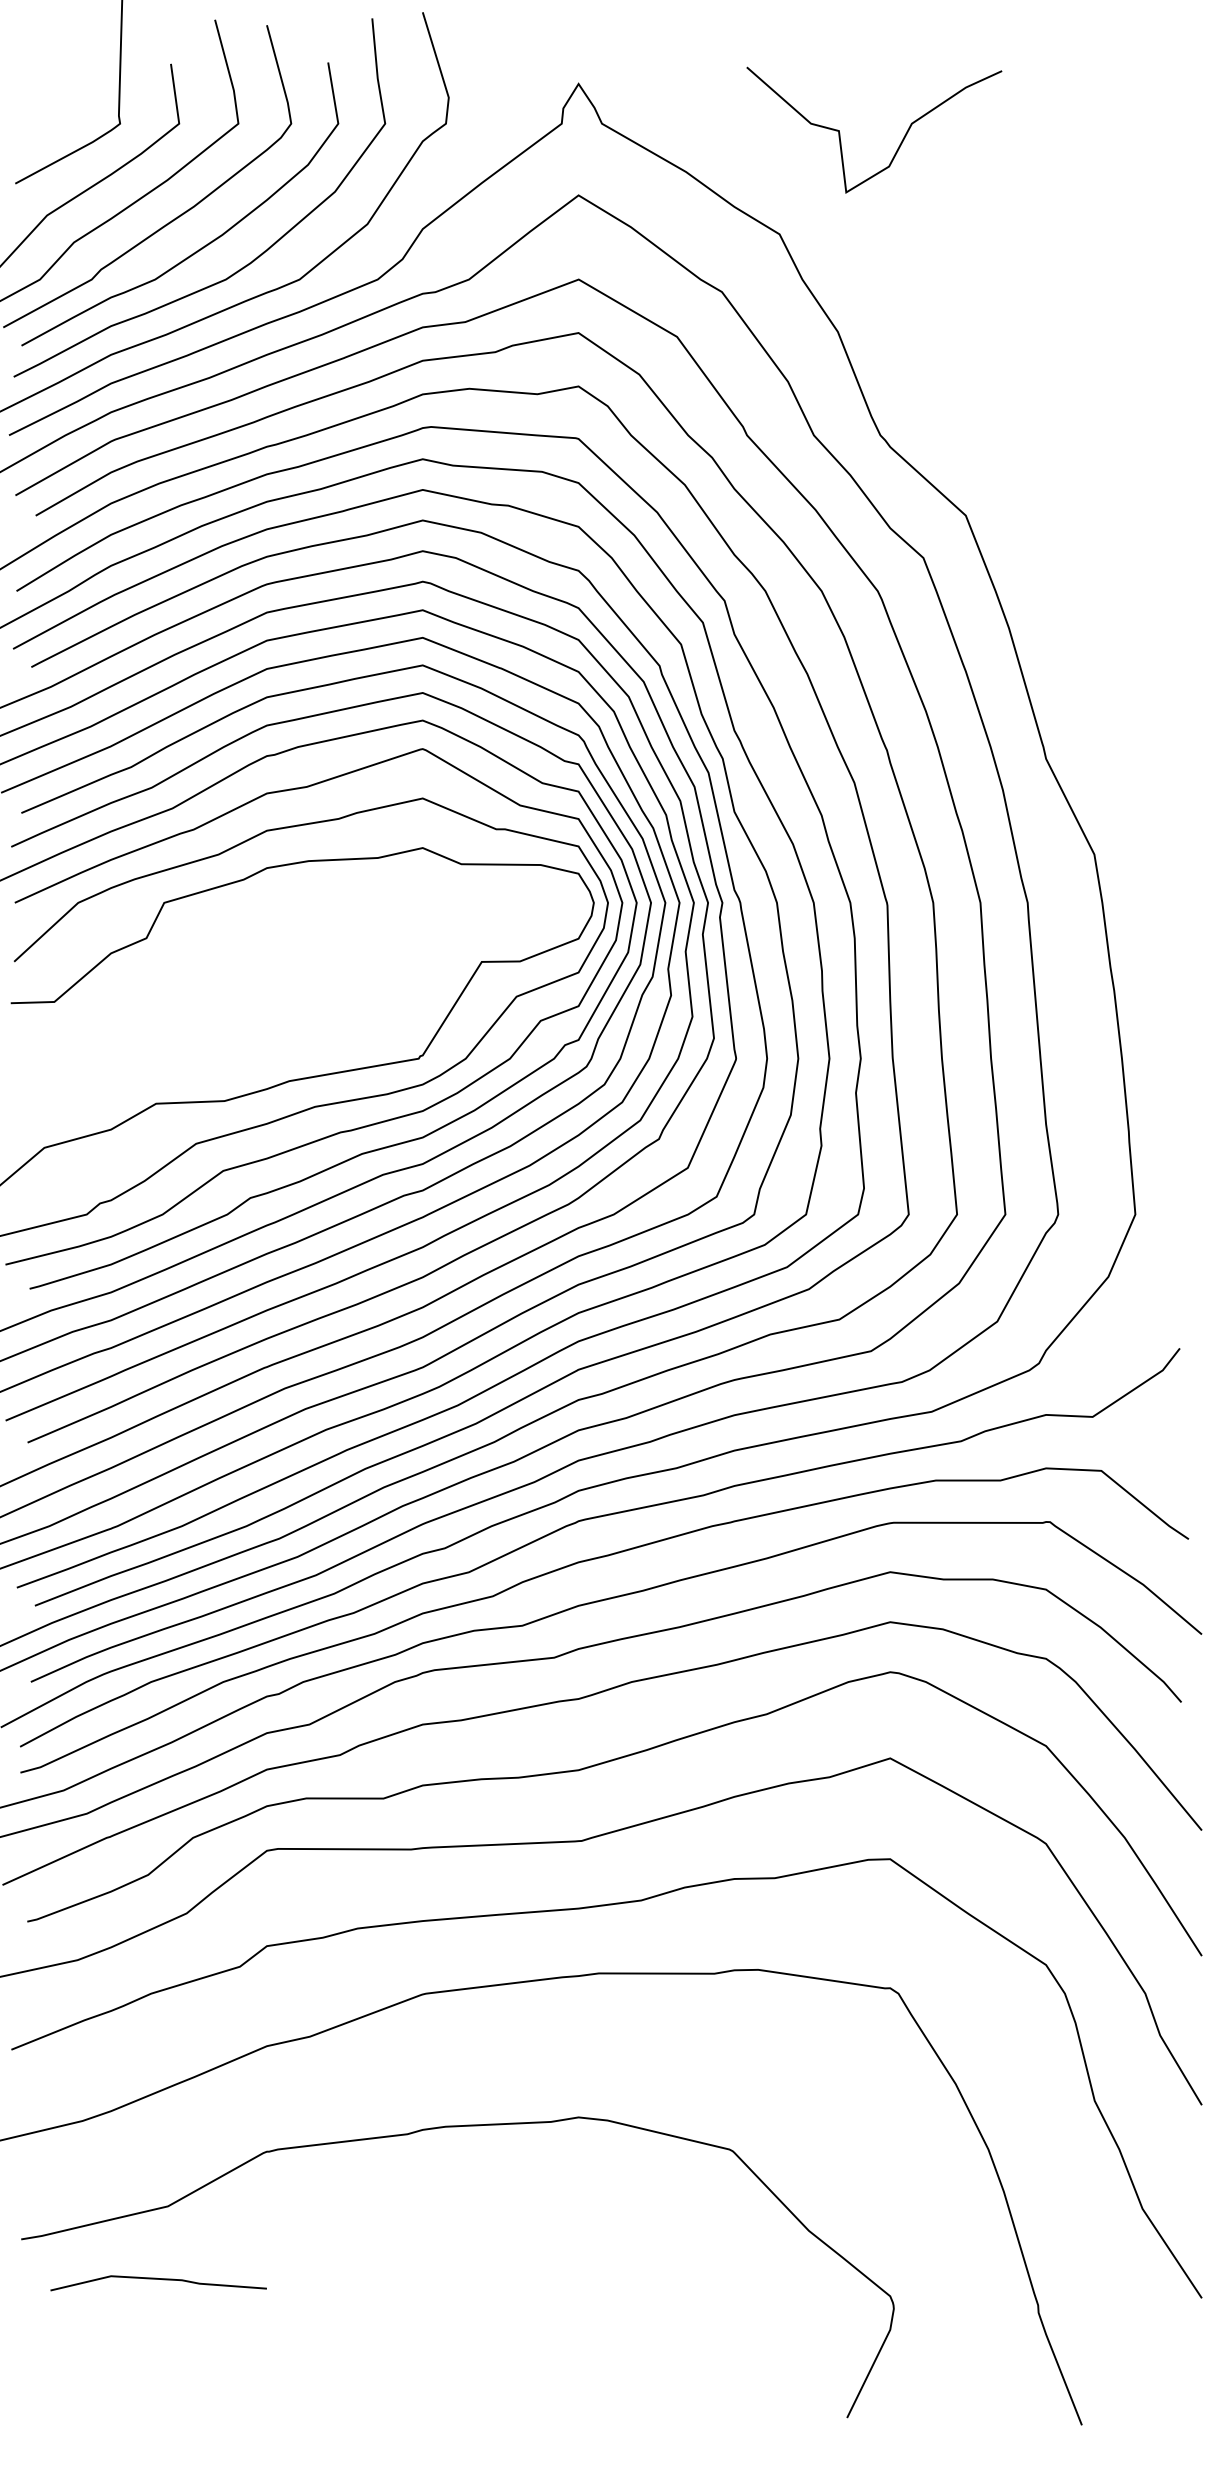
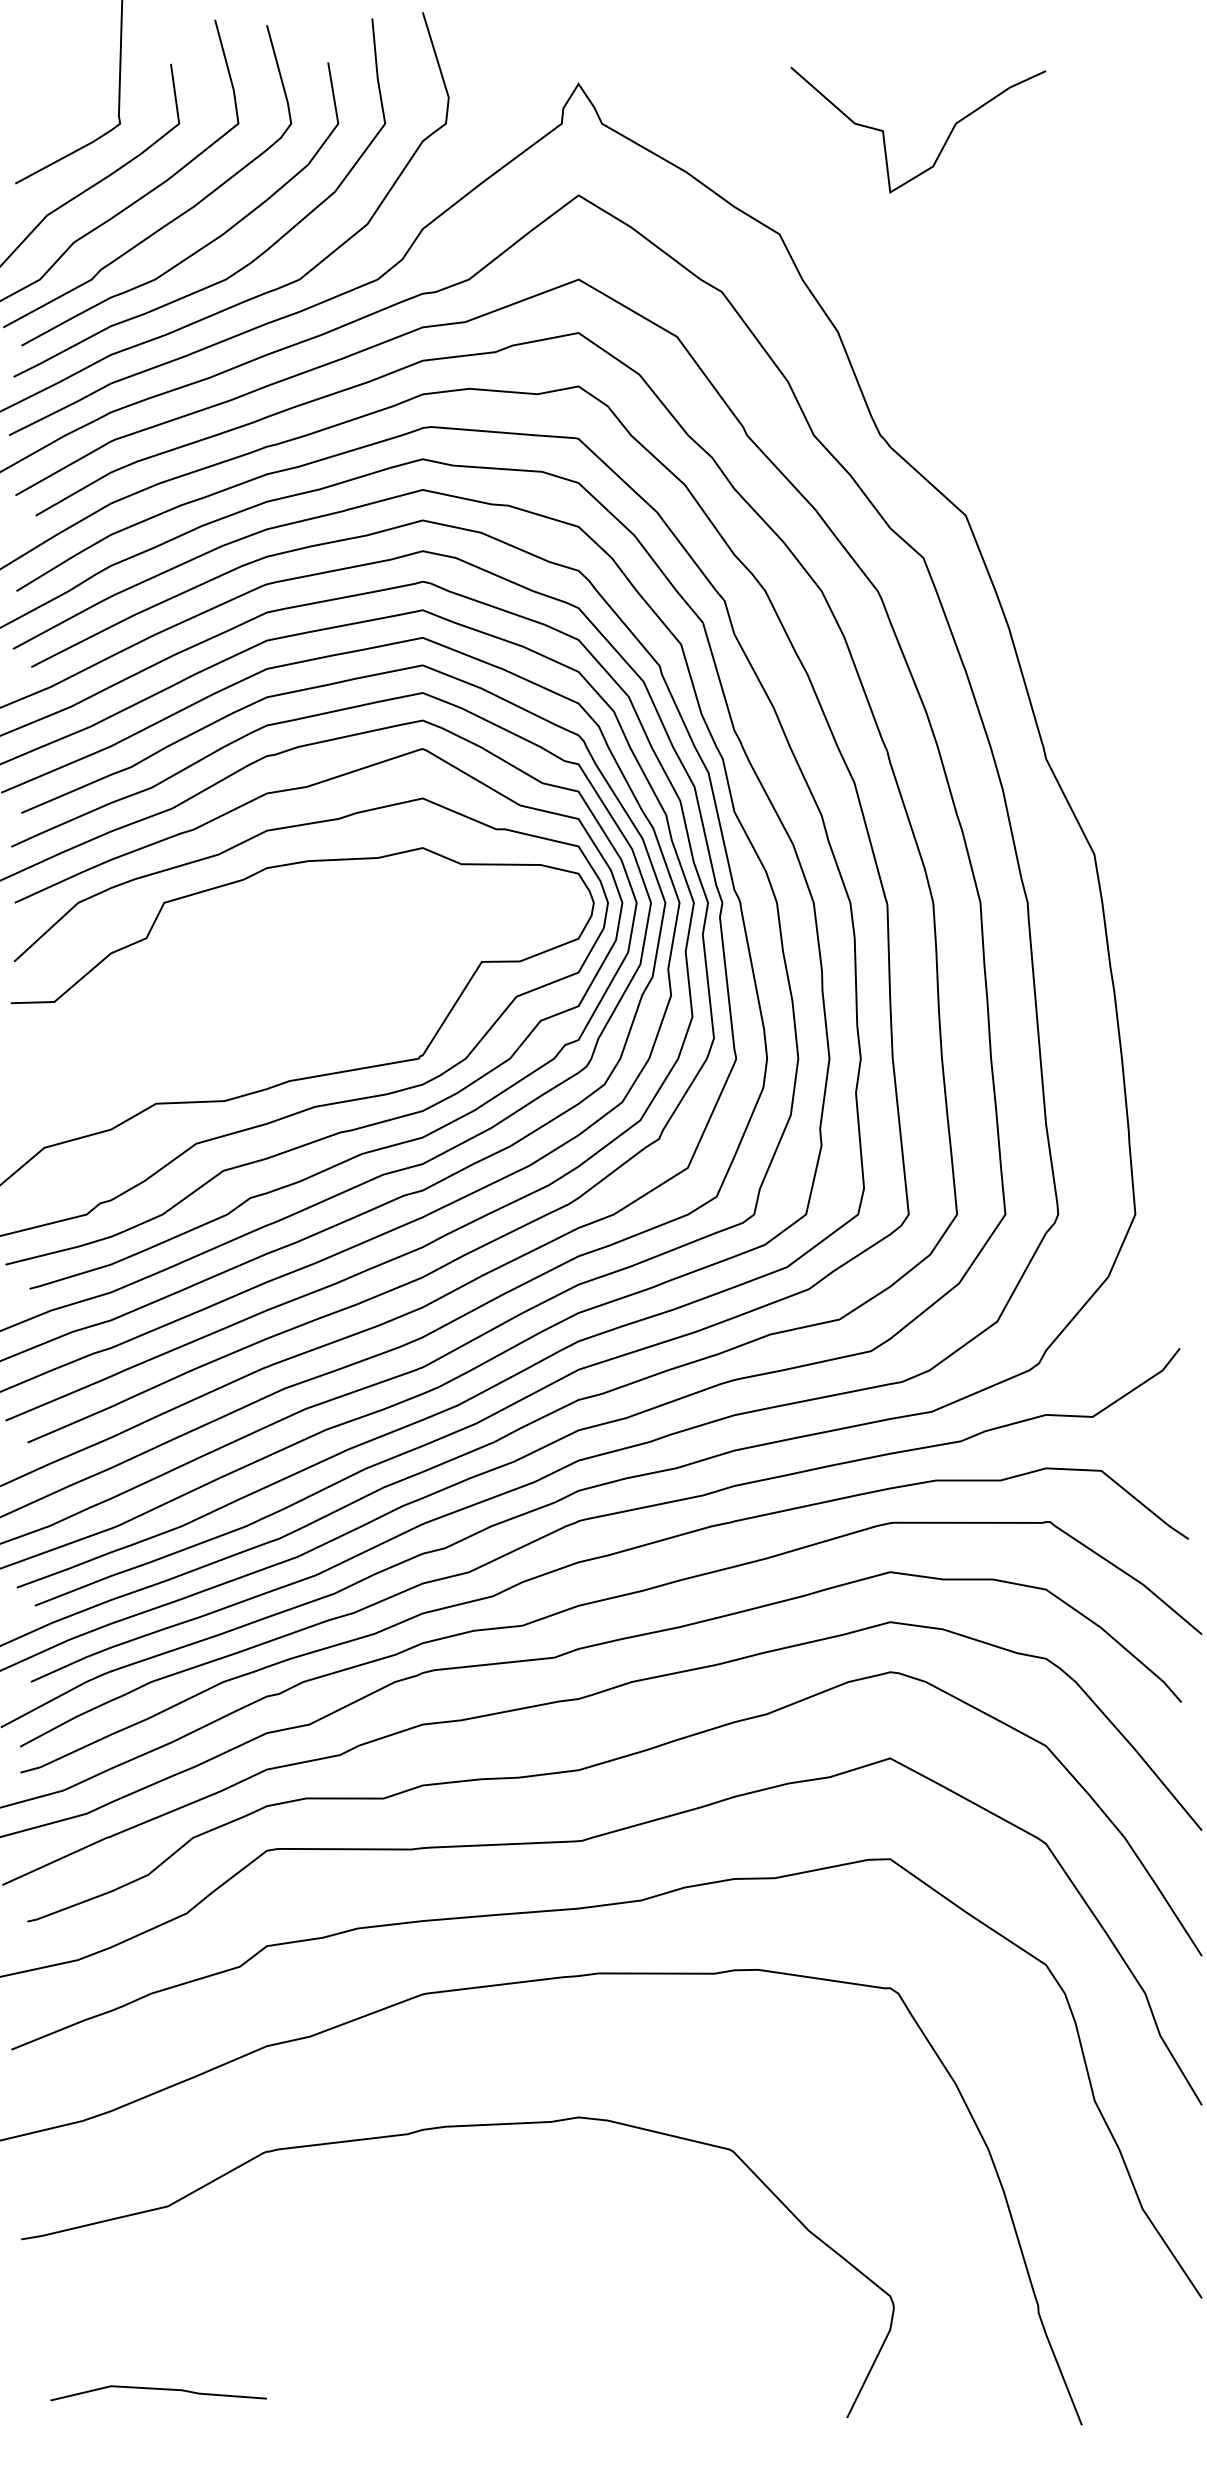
curve at (900, 142) position: (900, 142) -> (944, 142)
line at (158, 2279) position: (158, 2279) -> (158, 2389)
